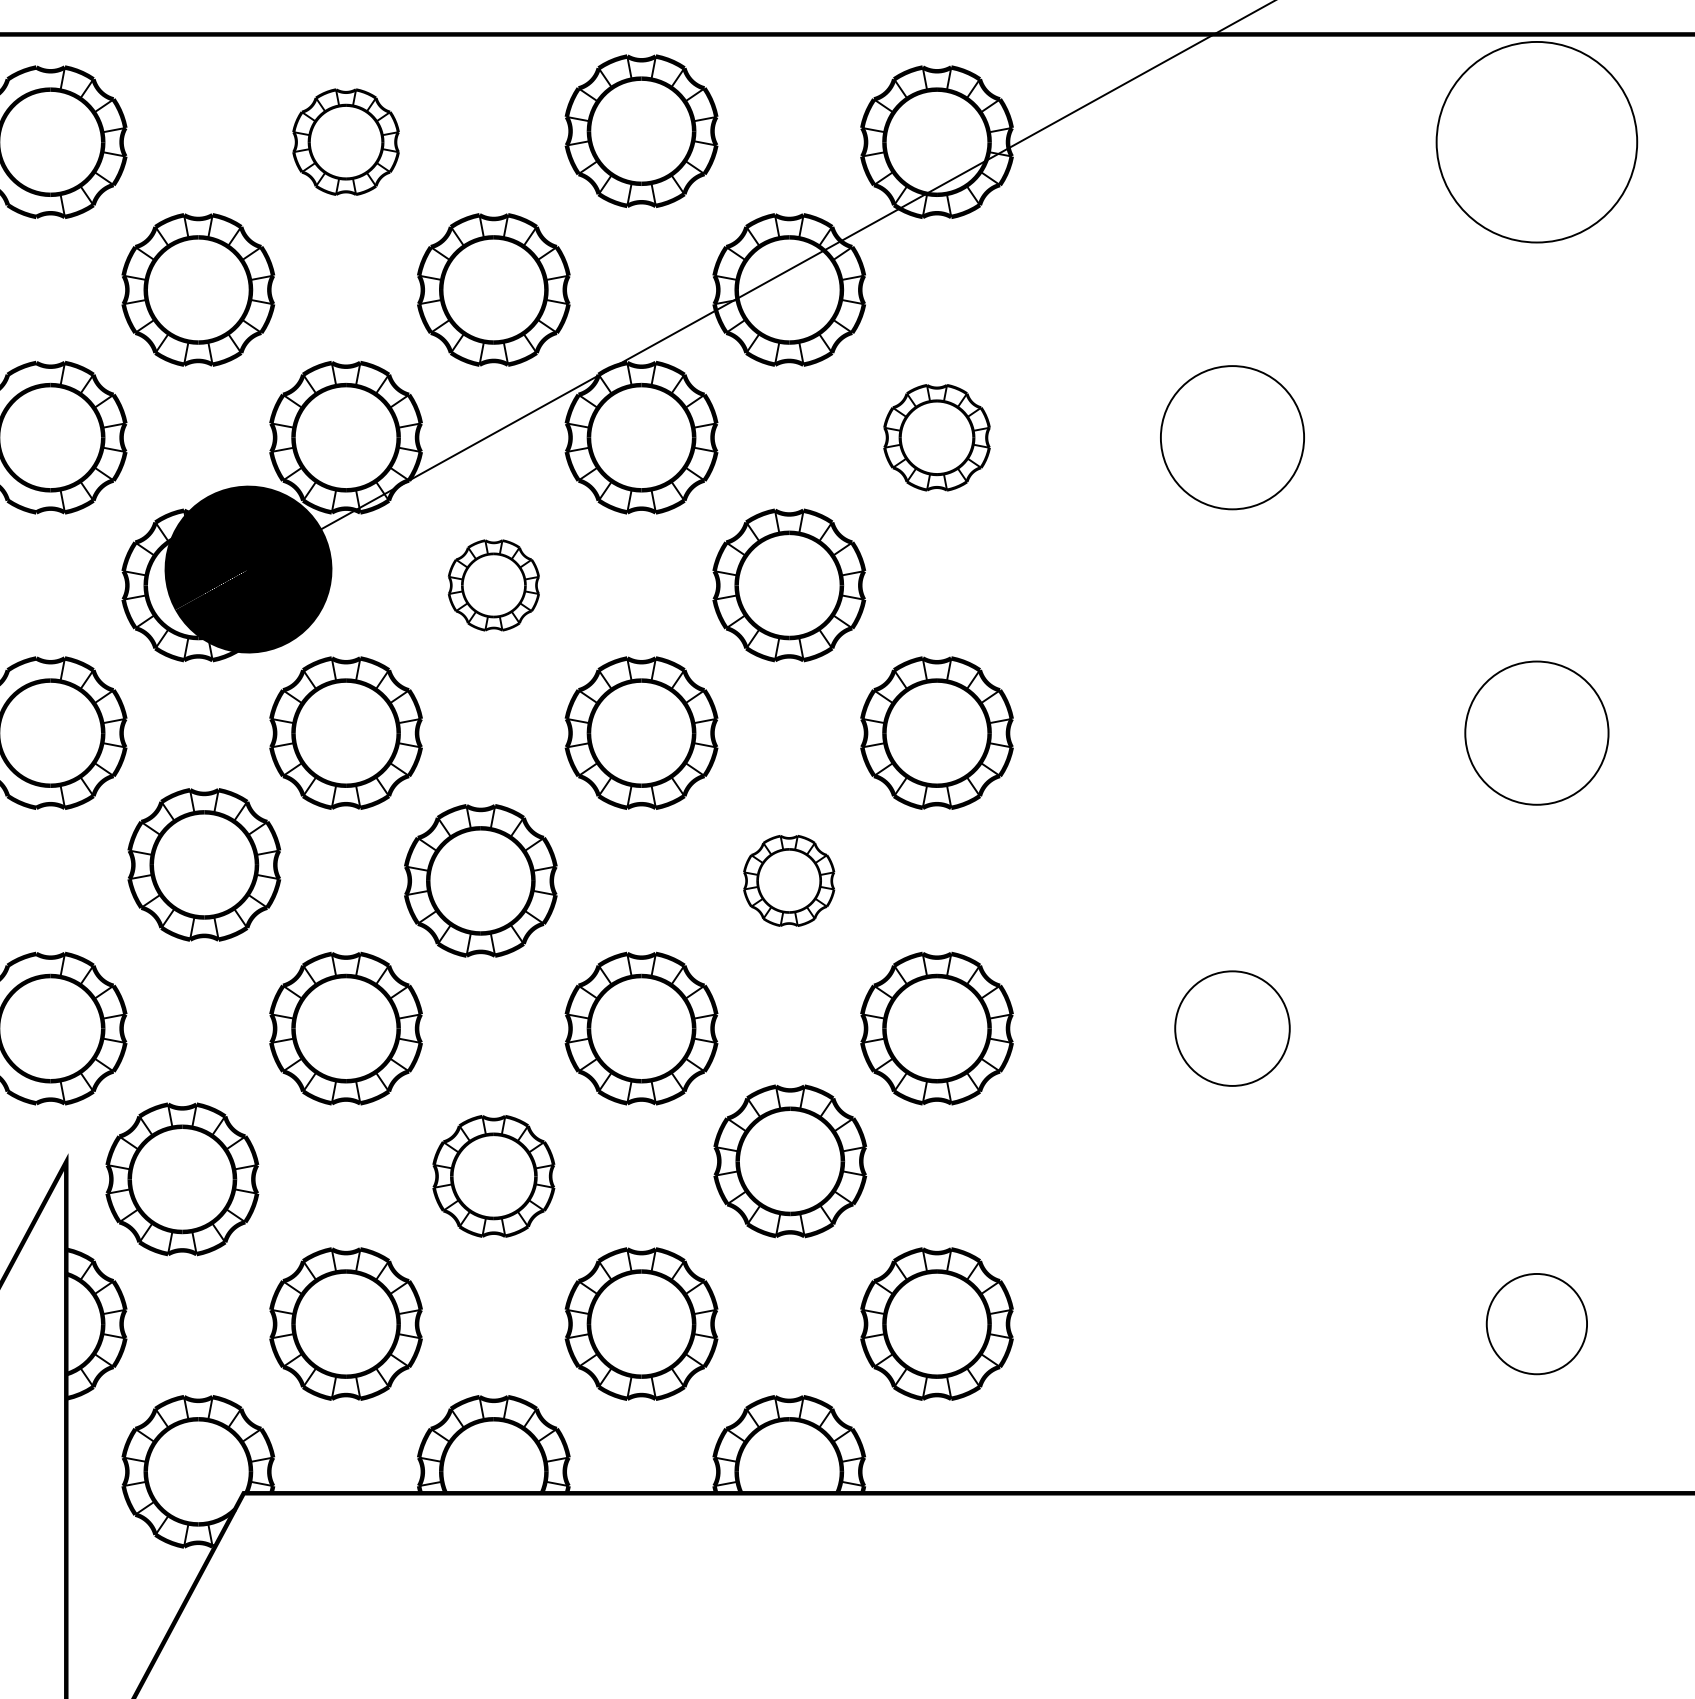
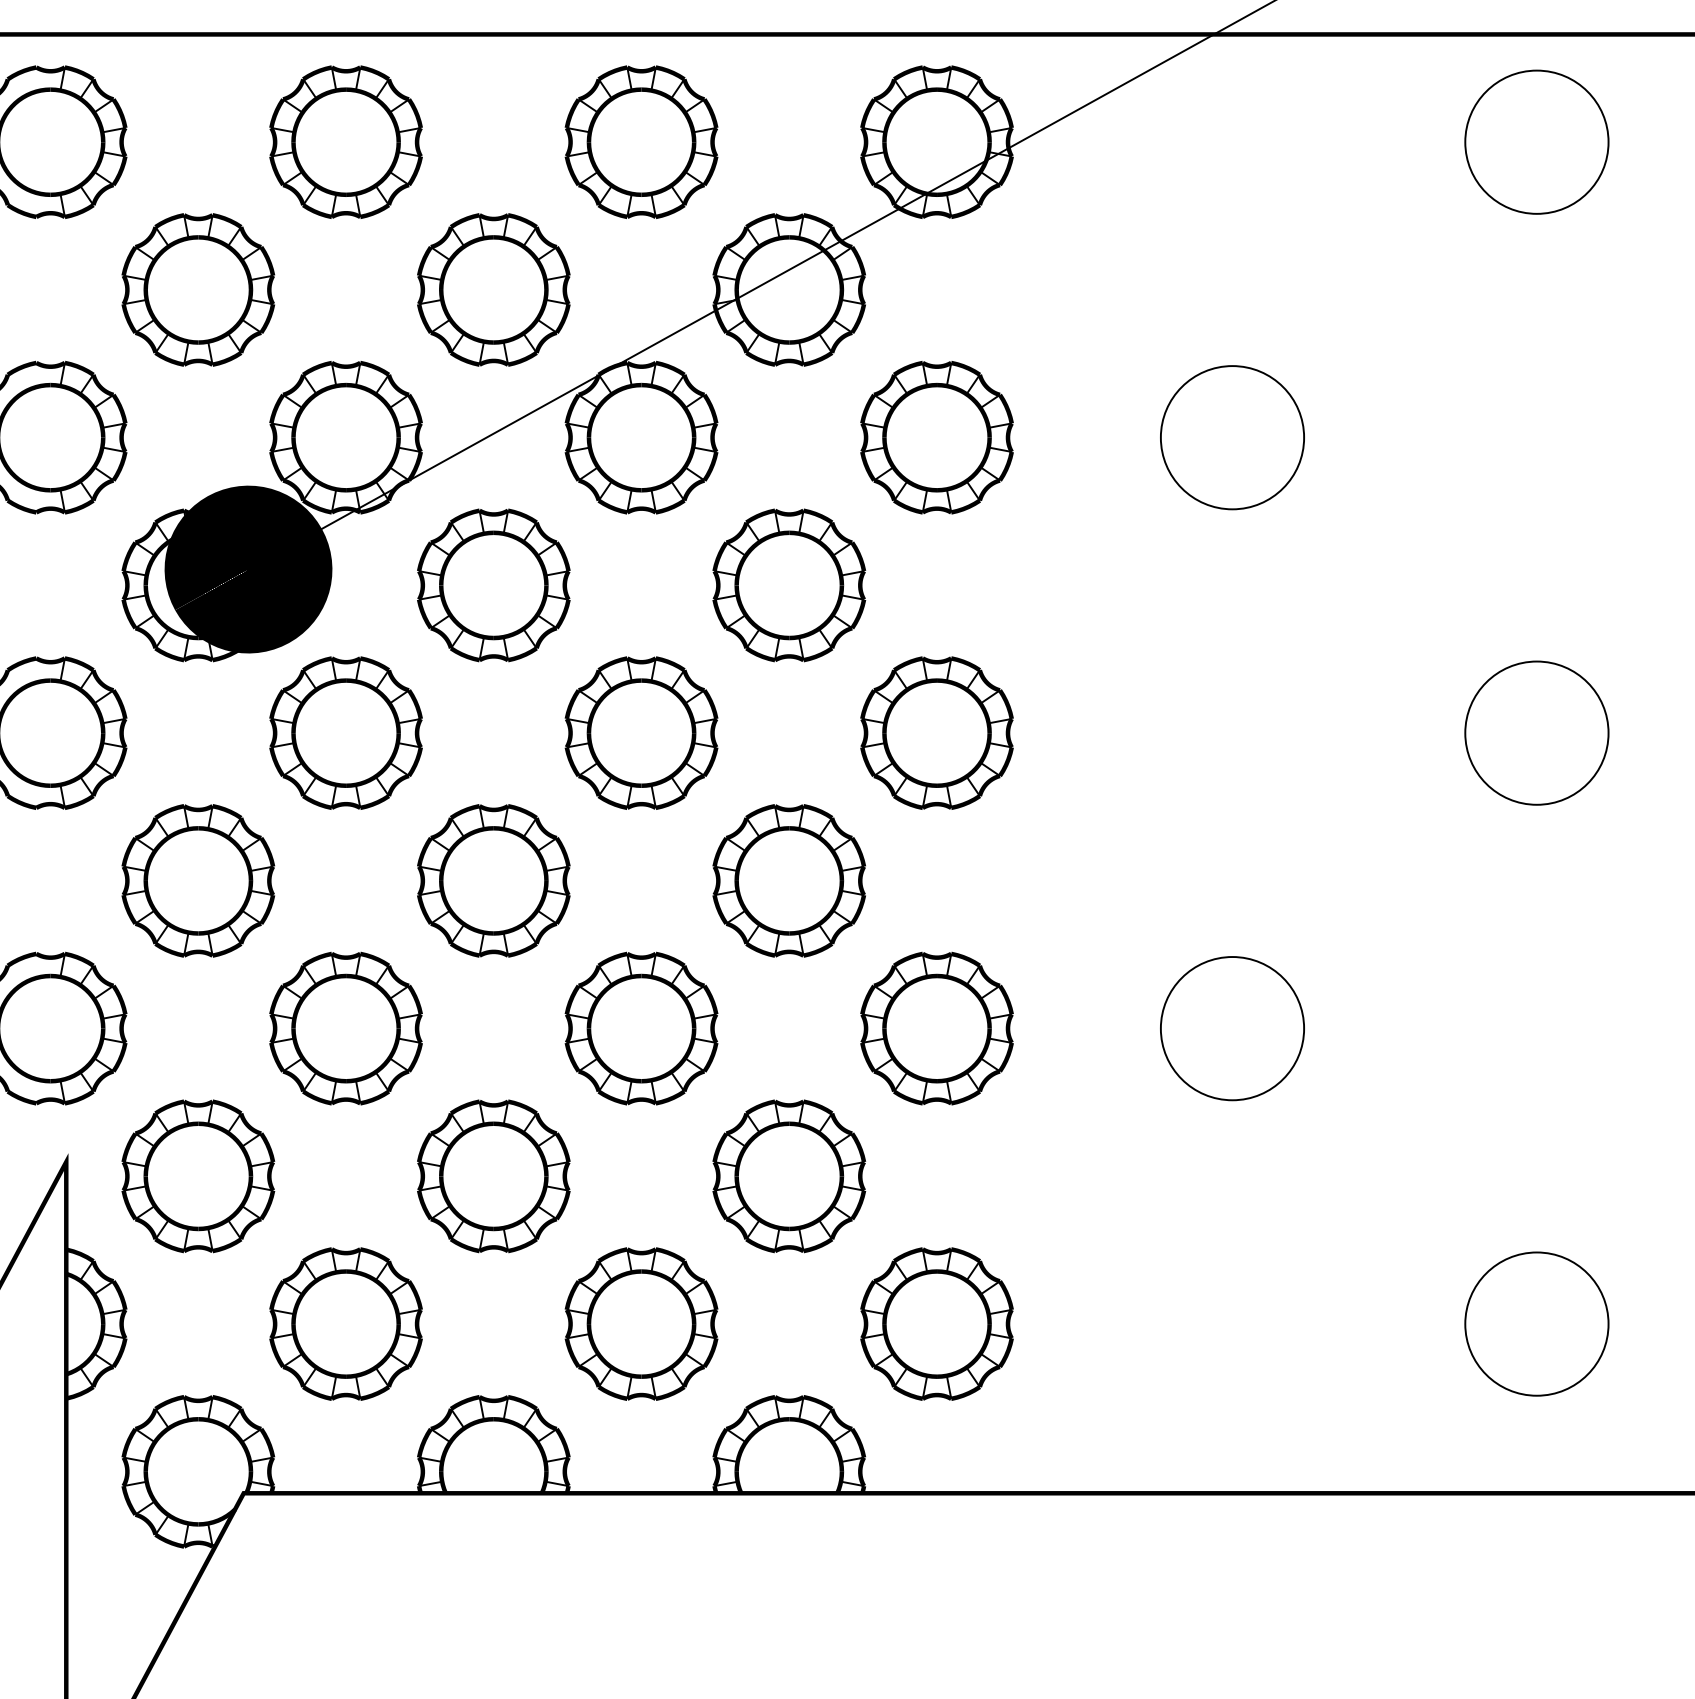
part at (641, 130) position: (641, 130) -> (641, 141)
part at (345, 141) size: 108x108 px -> 154x154 px
circle at (1536, 141) diameter: 201 px -> 143 px
part at (936, 437) size: 108x108 px -> 154x154 px
part at (493, 585) size: 93x93 px -> 154x155 px
part at (204, 864) position: (204, 864) -> (198, 880)
part at (480, 880) position: (480, 880) -> (493, 880)
part at (789, 880) size: 93x92 px -> 154x154 px
circle at (1232, 1028) diameter: 115 px -> 143 px
part at (790, 1161) position: (790, 1161) -> (789, 1176)
part at (493, 1176) size: 124x123 px -> 154x155 px
part at (182, 1179) position: (182, 1179) -> (198, 1176)
circle at (1536, 1323) diameter: 100 px -> 143 px
